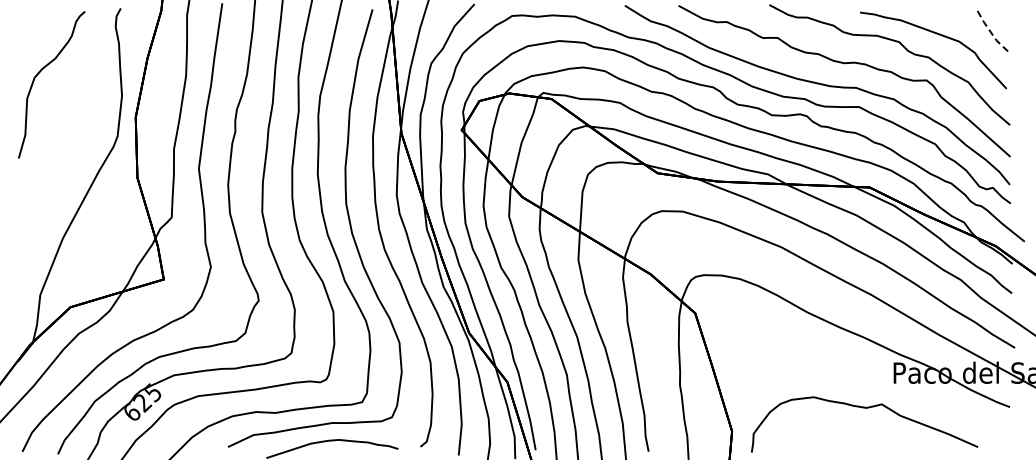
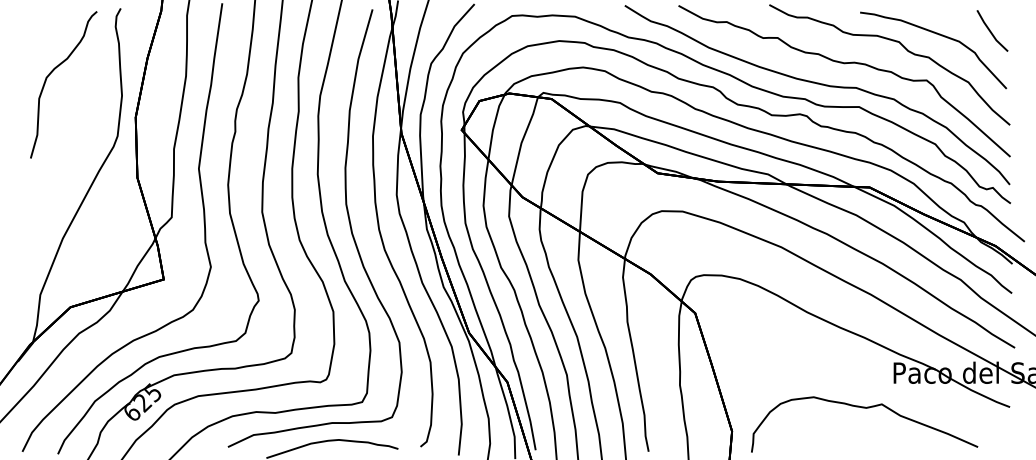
line at (990, 32): dashed -> solid
curve at (40, 72) position: (40, 72) -> (52, 72)
